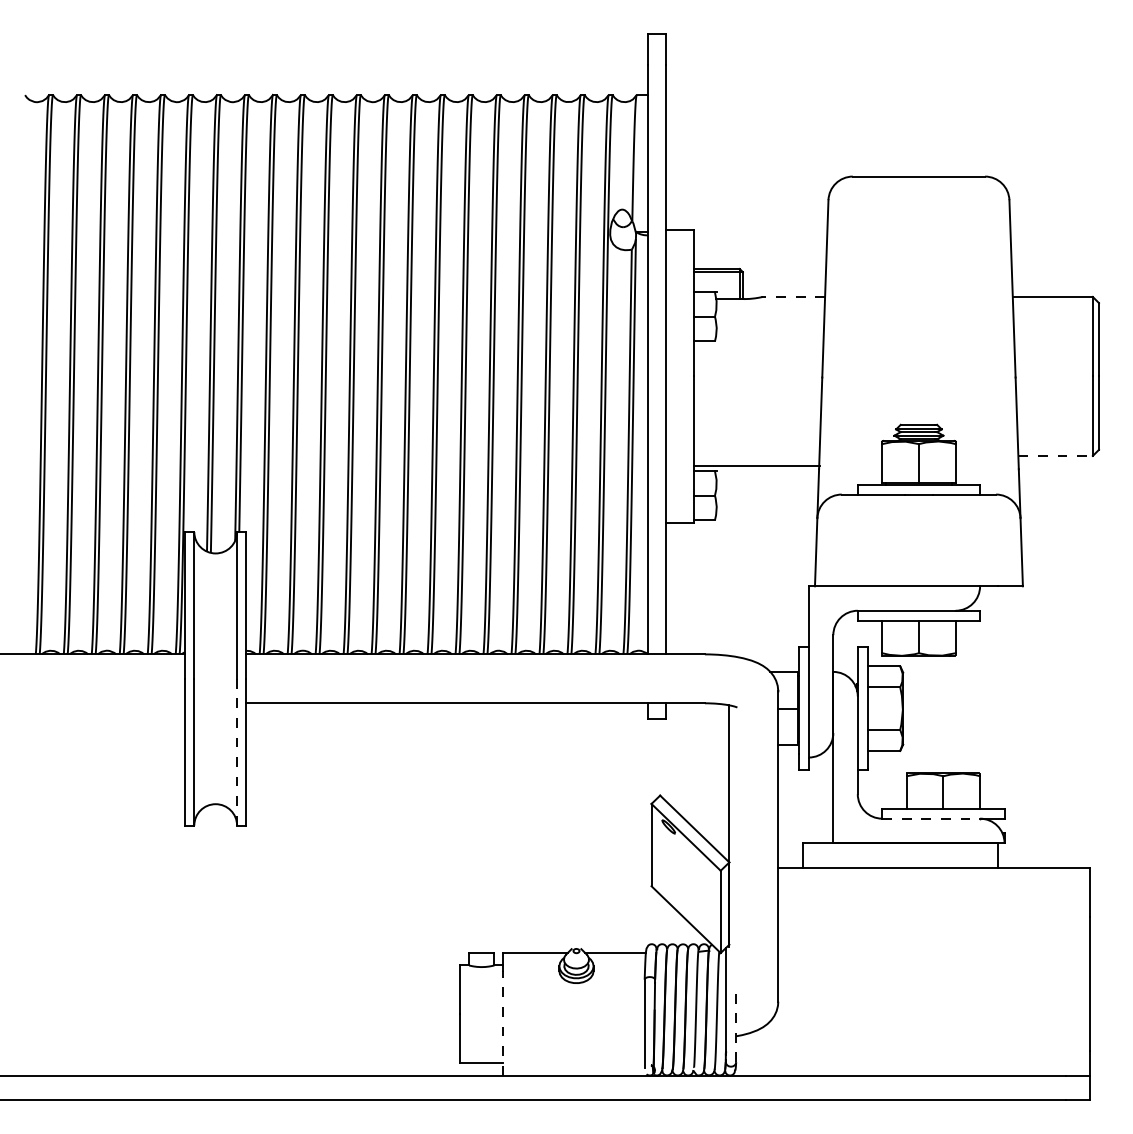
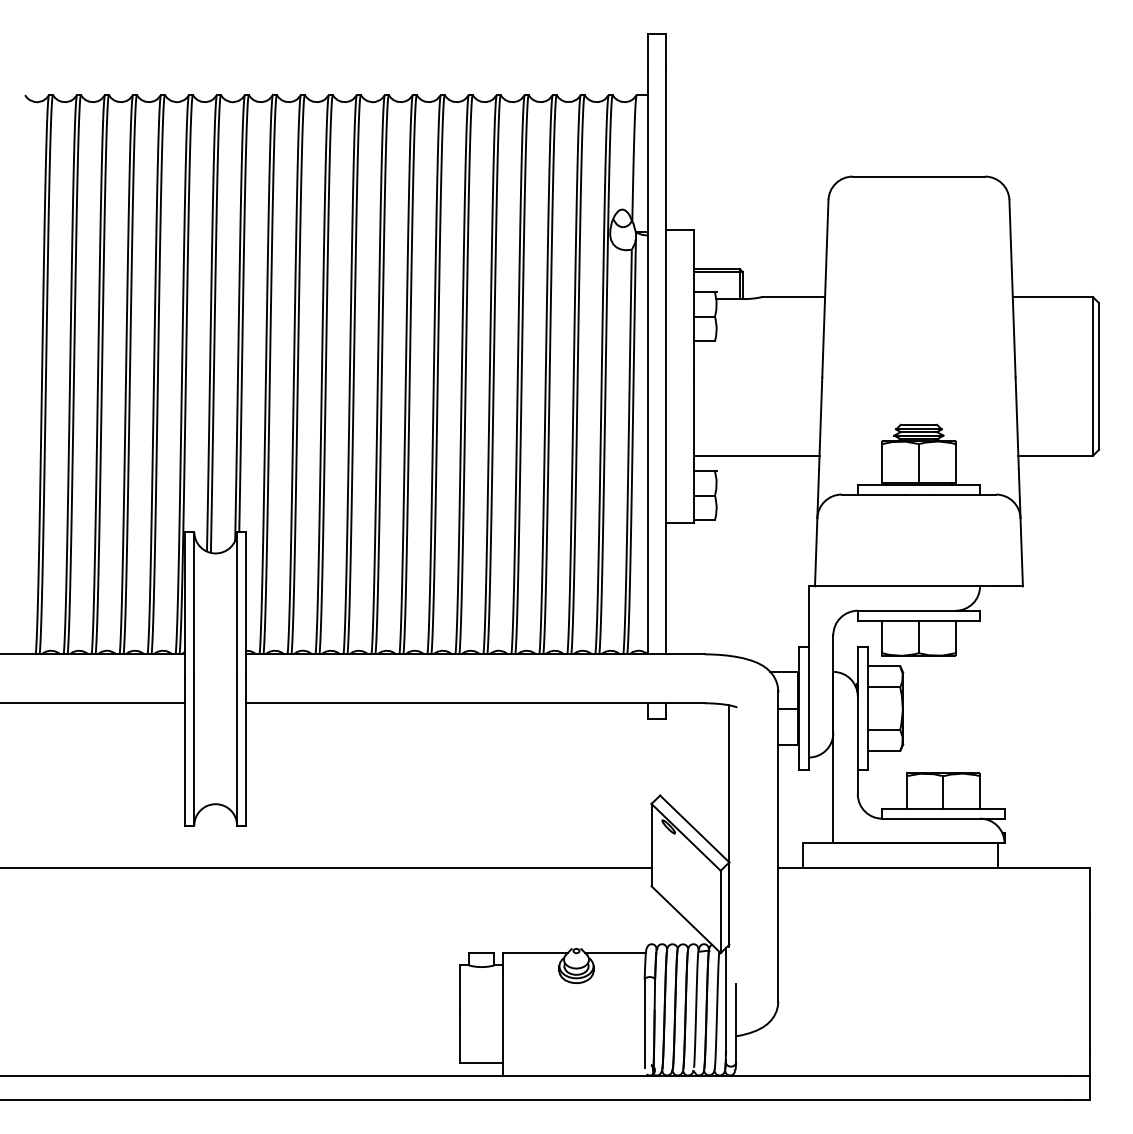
line at (793, 296): dashed -> solid
line at (1056, 455): dashed -> solid
line at (756, 465) position: (756, 465) -> (756, 455)
line at (93, 703): none -> present
line at (237, 751): dashed -> solid
line at (931, 818): dashed -> solid
line at (326, 867): none -> present
line at (503, 1022): dashed -> solid
line at (736, 1023): dashed -> solid
